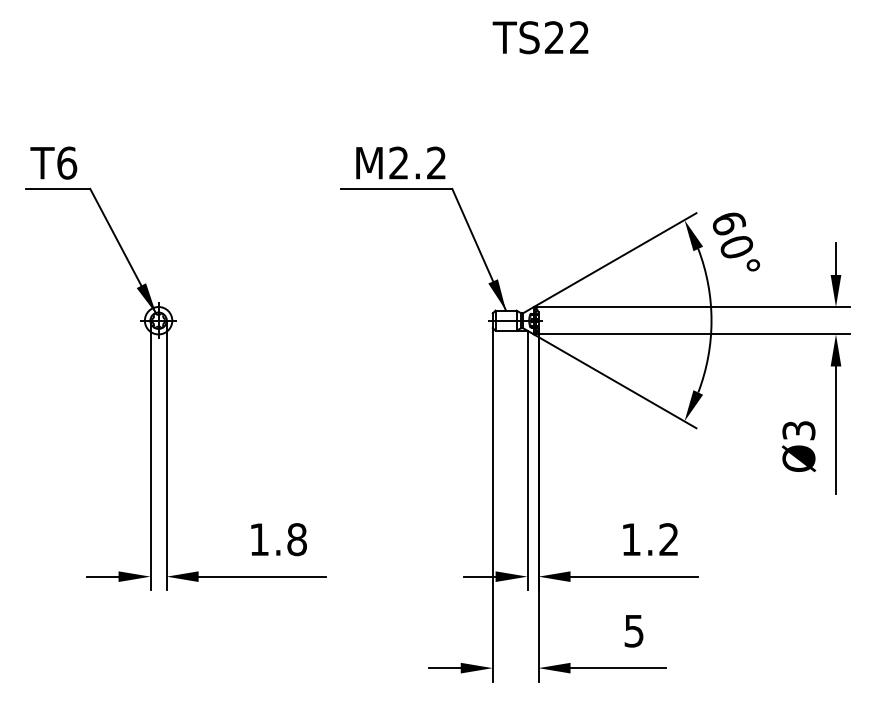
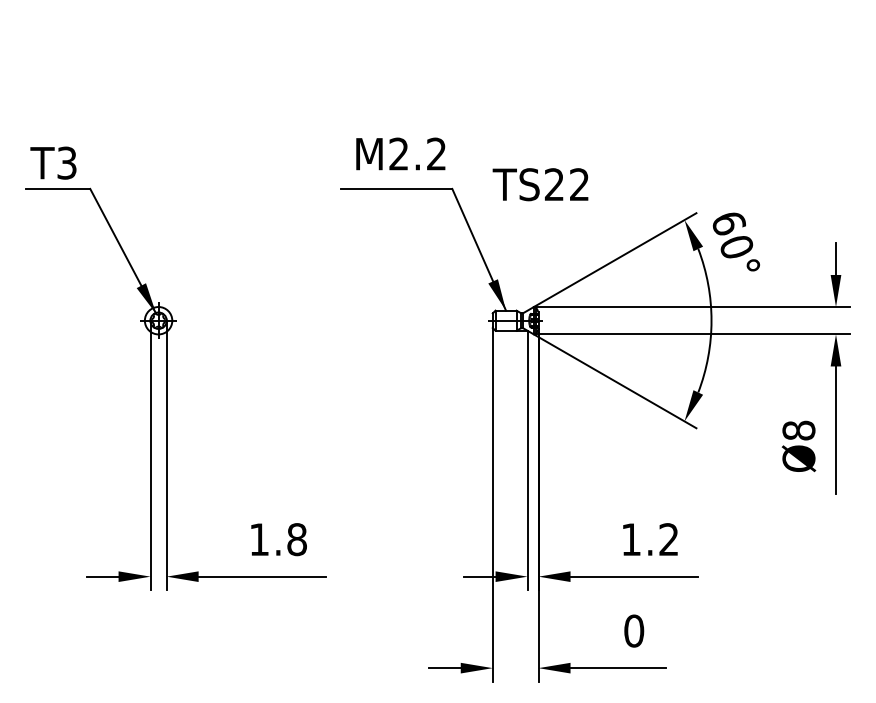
text at (540, 37) position: (540, 37) -> (540, 184)
text at (67, 162): T6 -> T3
text at (400, 162) position: (400, 162) -> (400, 153)
text at (798, 430): Ø3 -> Ø8
text at (634, 630): 5 -> 0
